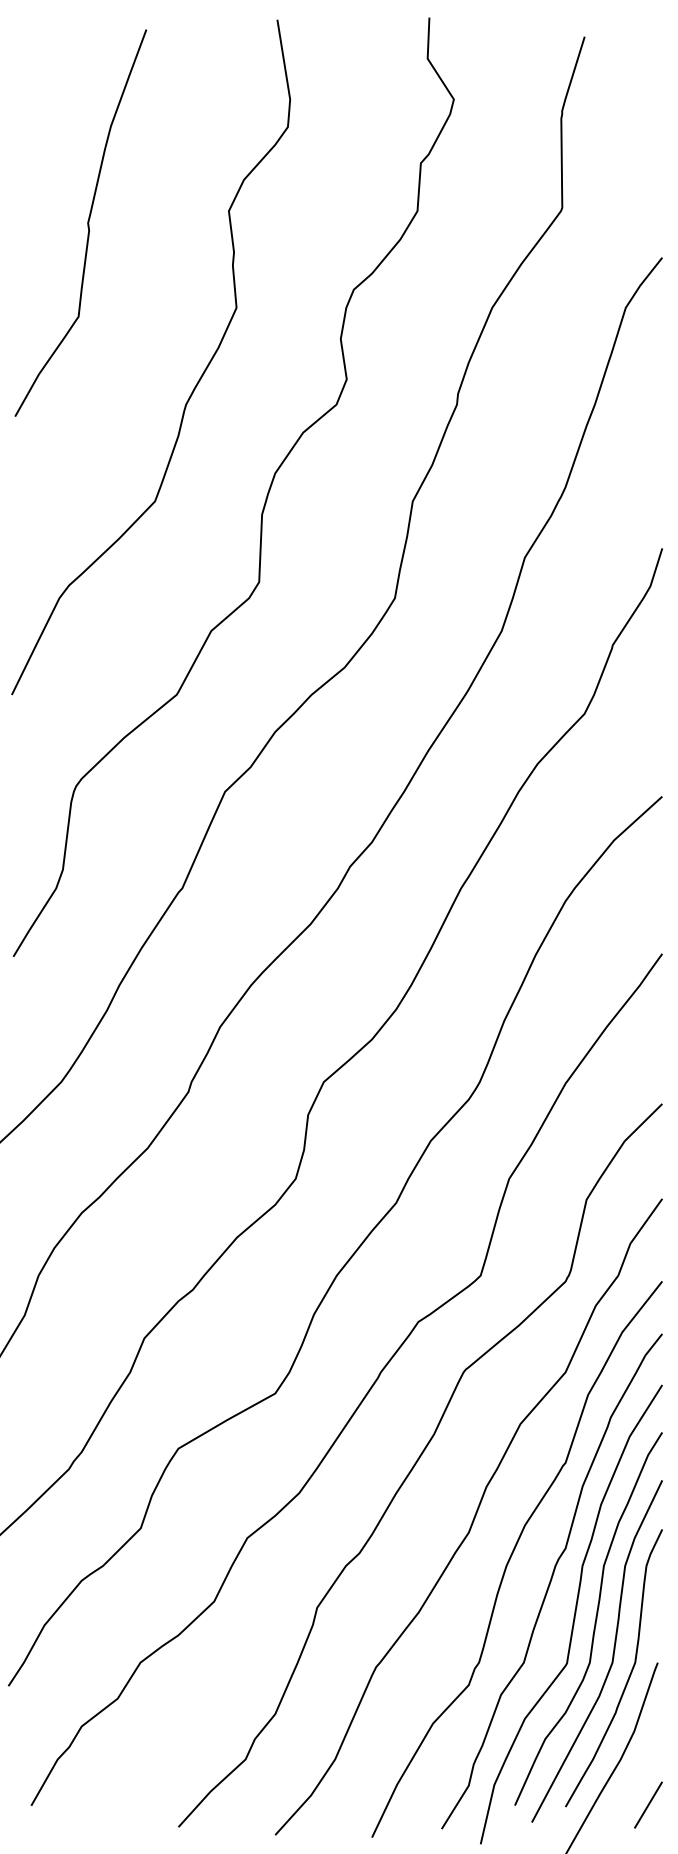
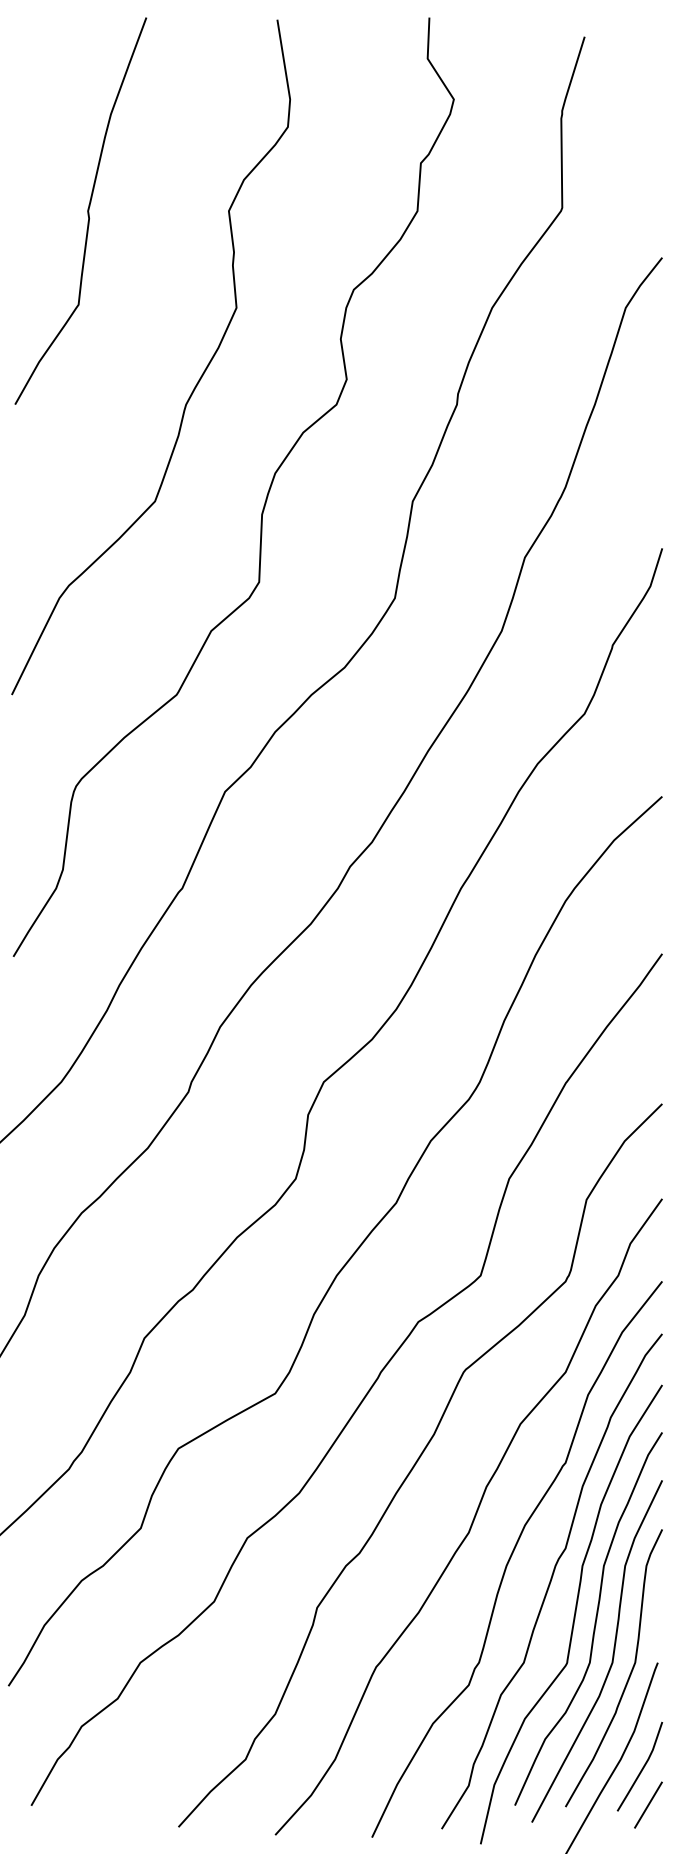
curve at (87, 222) position: (87, 222) -> (87, 210)
line at (641, 1768): none -> present
